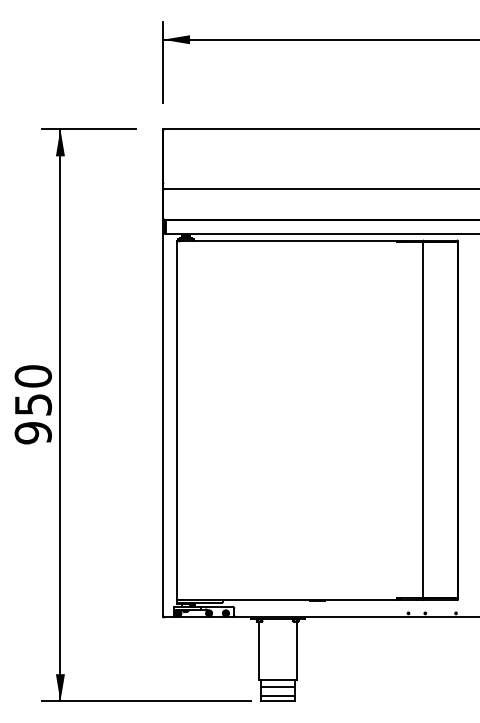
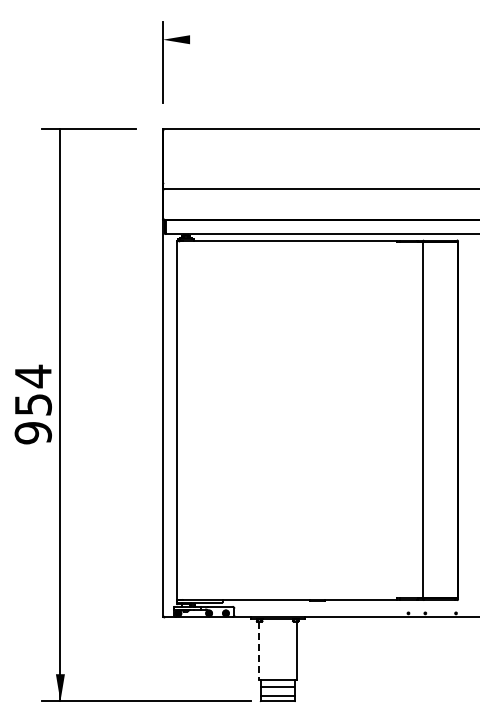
line at (319, 39): present -> none
fill at (59, 142): present -> none
text at (32, 376): 950 -> 954
line at (258, 651): solid -> dashed
